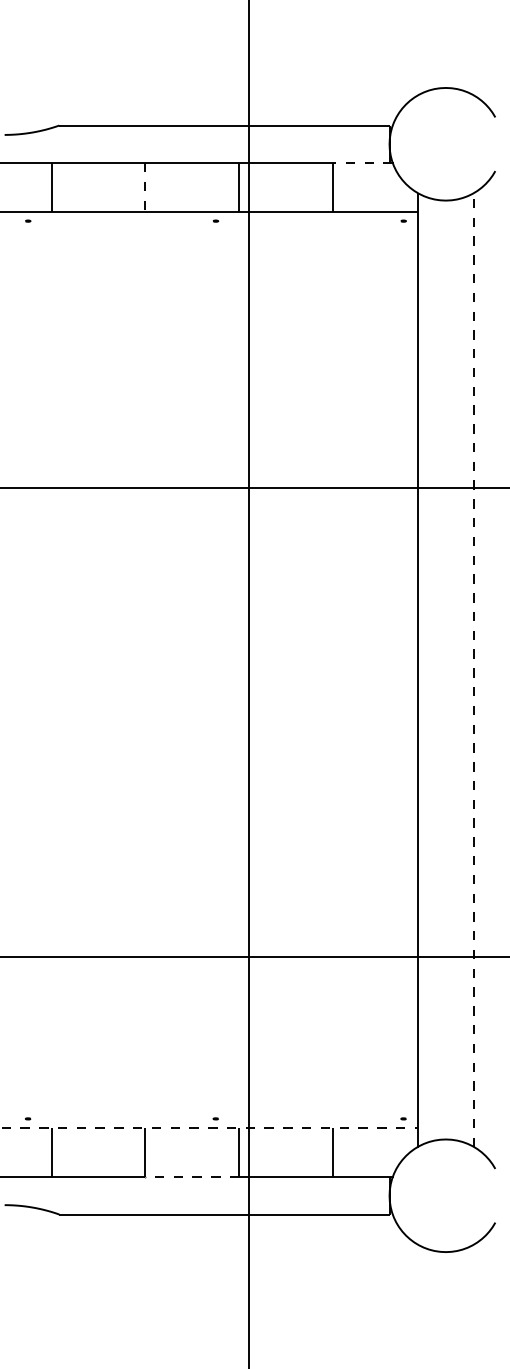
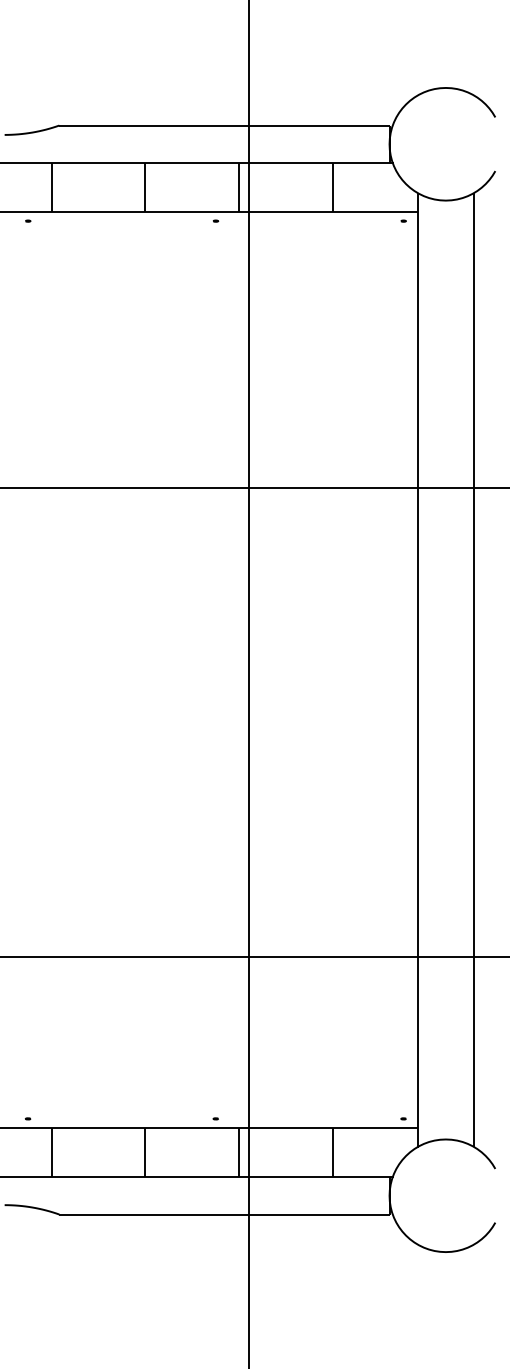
line at (363, 163): dashed -> solid
line at (145, 187): dashed -> solid
line at (474, 669): dashed -> solid
line at (208, 1128): dashed -> solid
line at (192, 1176): dashed -> solid
